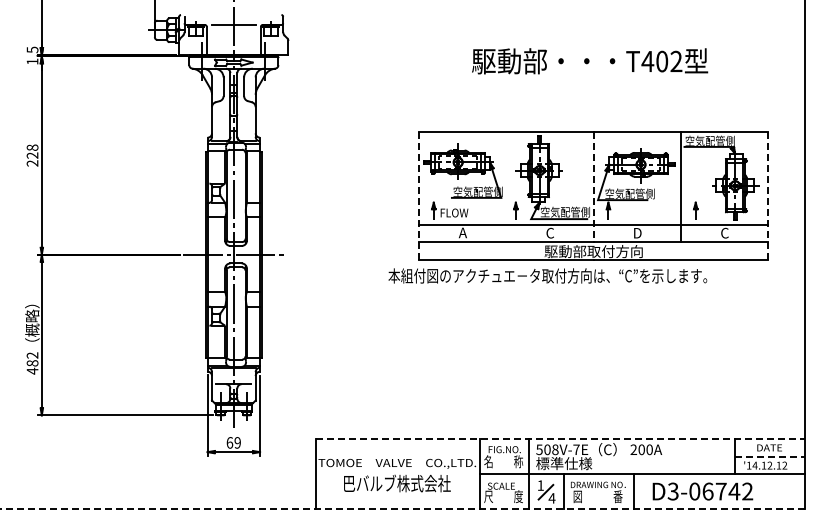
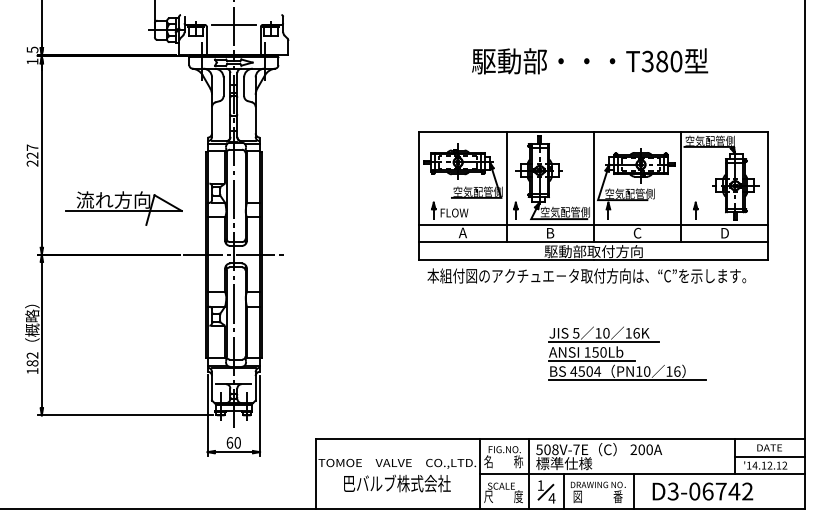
text at (661, 61): T402 -> T380
text at (32, 147): 228 -> 227
line at (506, 186): none -> present
line at (593, 187): dashed -> solid
line at (419, 196): dashed -> solid
line at (768, 196): dashed -> solid
part at (123, 208): none -> present
text at (550, 232): C -> B
text at (637, 232): D -> C
text at (724, 232): C -> D
text at (547, 275) position: (547, 275) -> (586, 275)
part at (627, 353): none -> present
text at (32, 370): 482 -> 182
line at (560, 439): dashed -> solid
text at (237, 442): 69 -> 60
line at (770, 456): dashed -> solid
line at (403, 509): dashed -> solid
